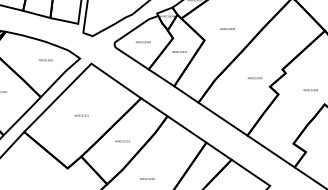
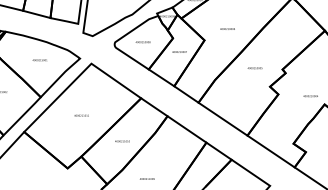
text at (45, 60) position: (45, 60) -> (39, 60)
text at (254, 78) position: (254, 78) -> (254, 68)
text at (310, 90) position: (310, 90) -> (310, 96)
